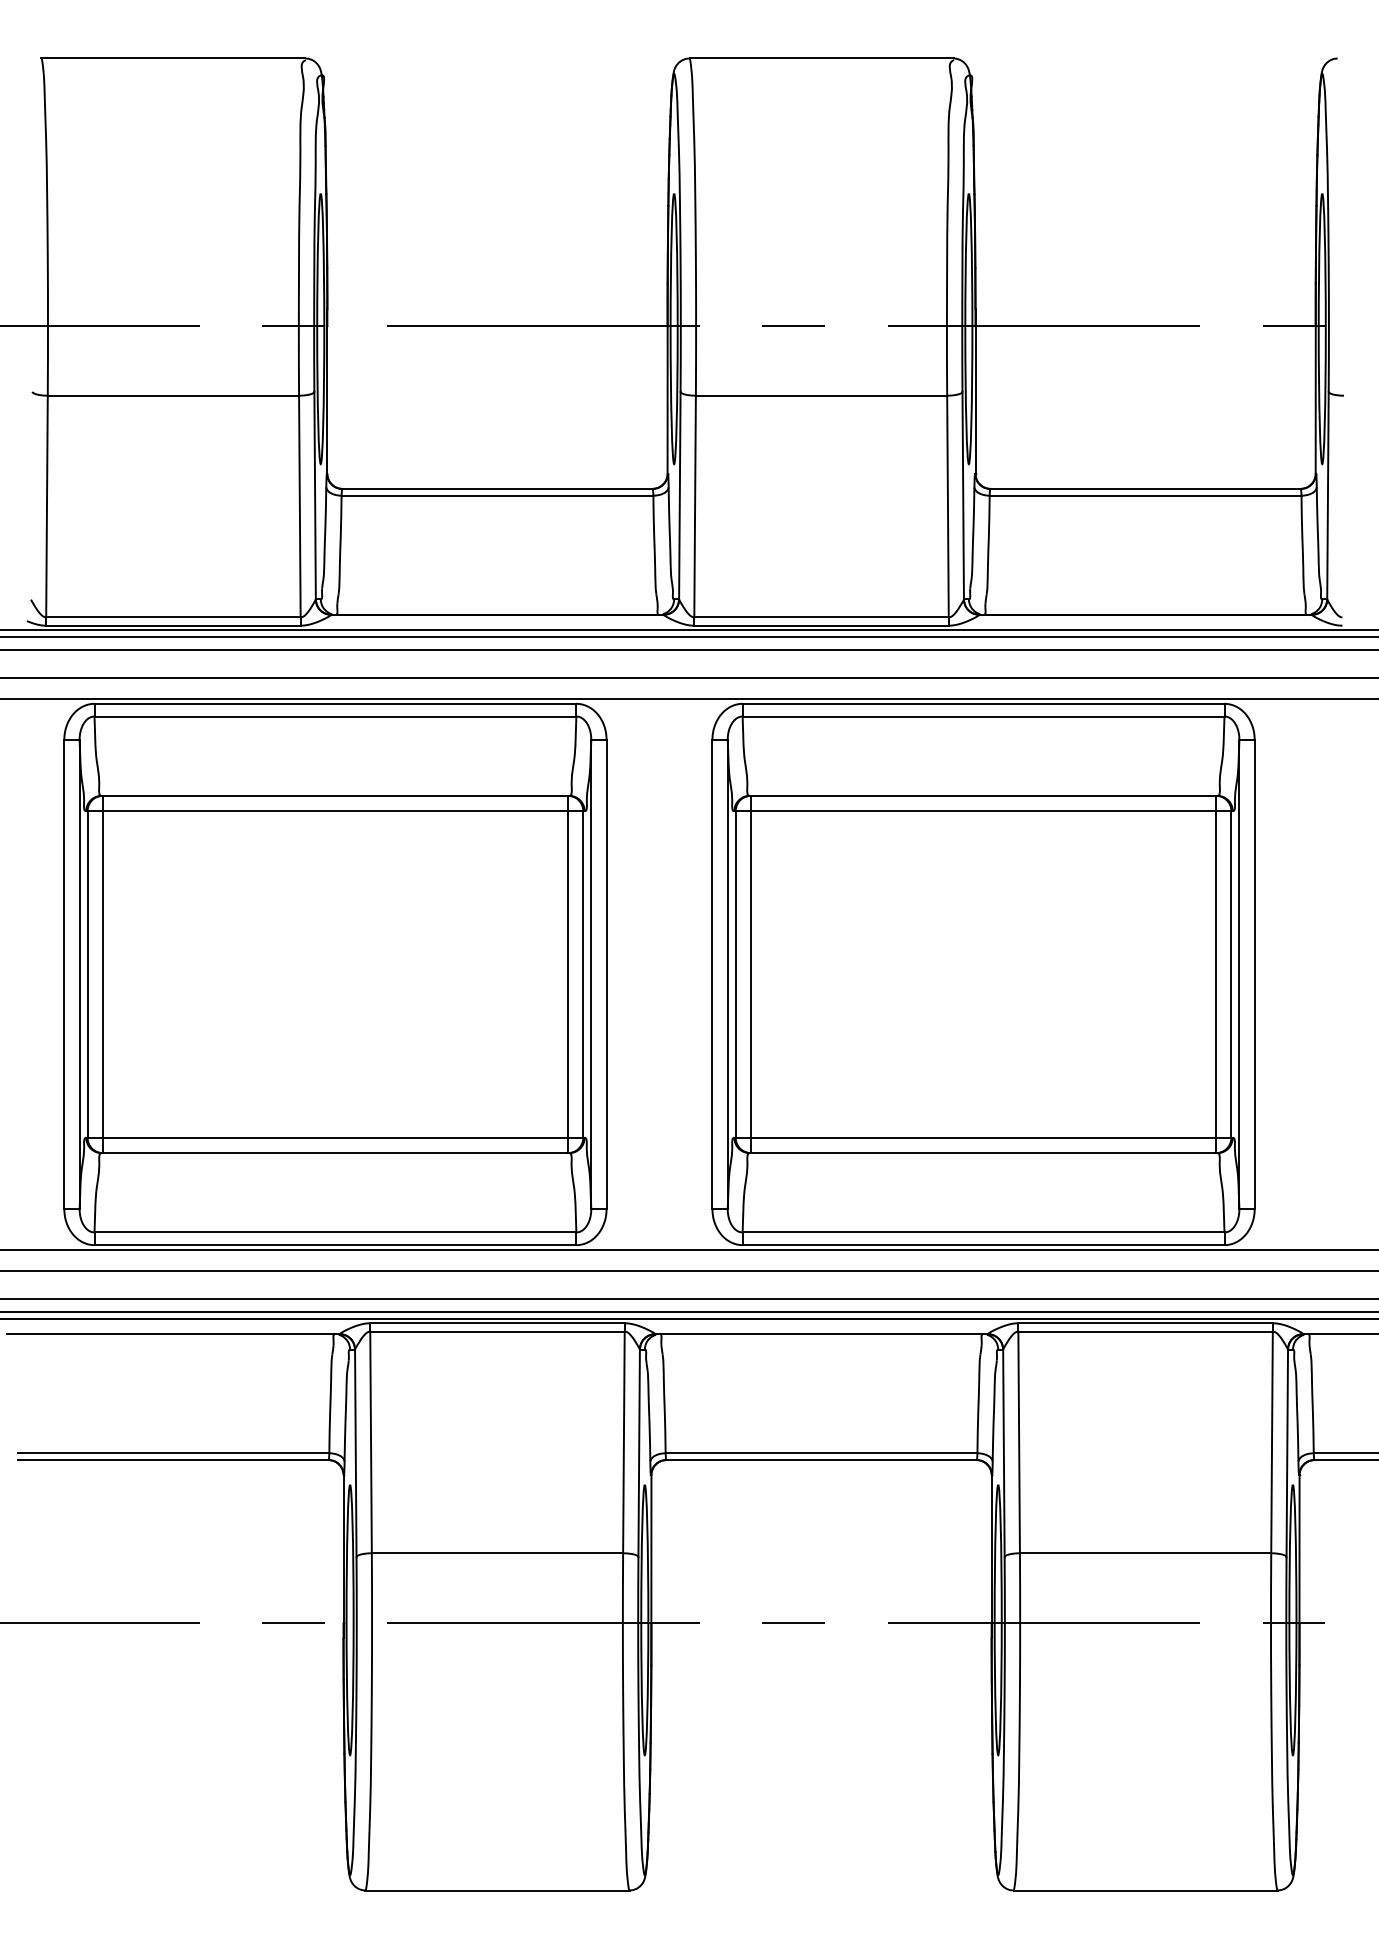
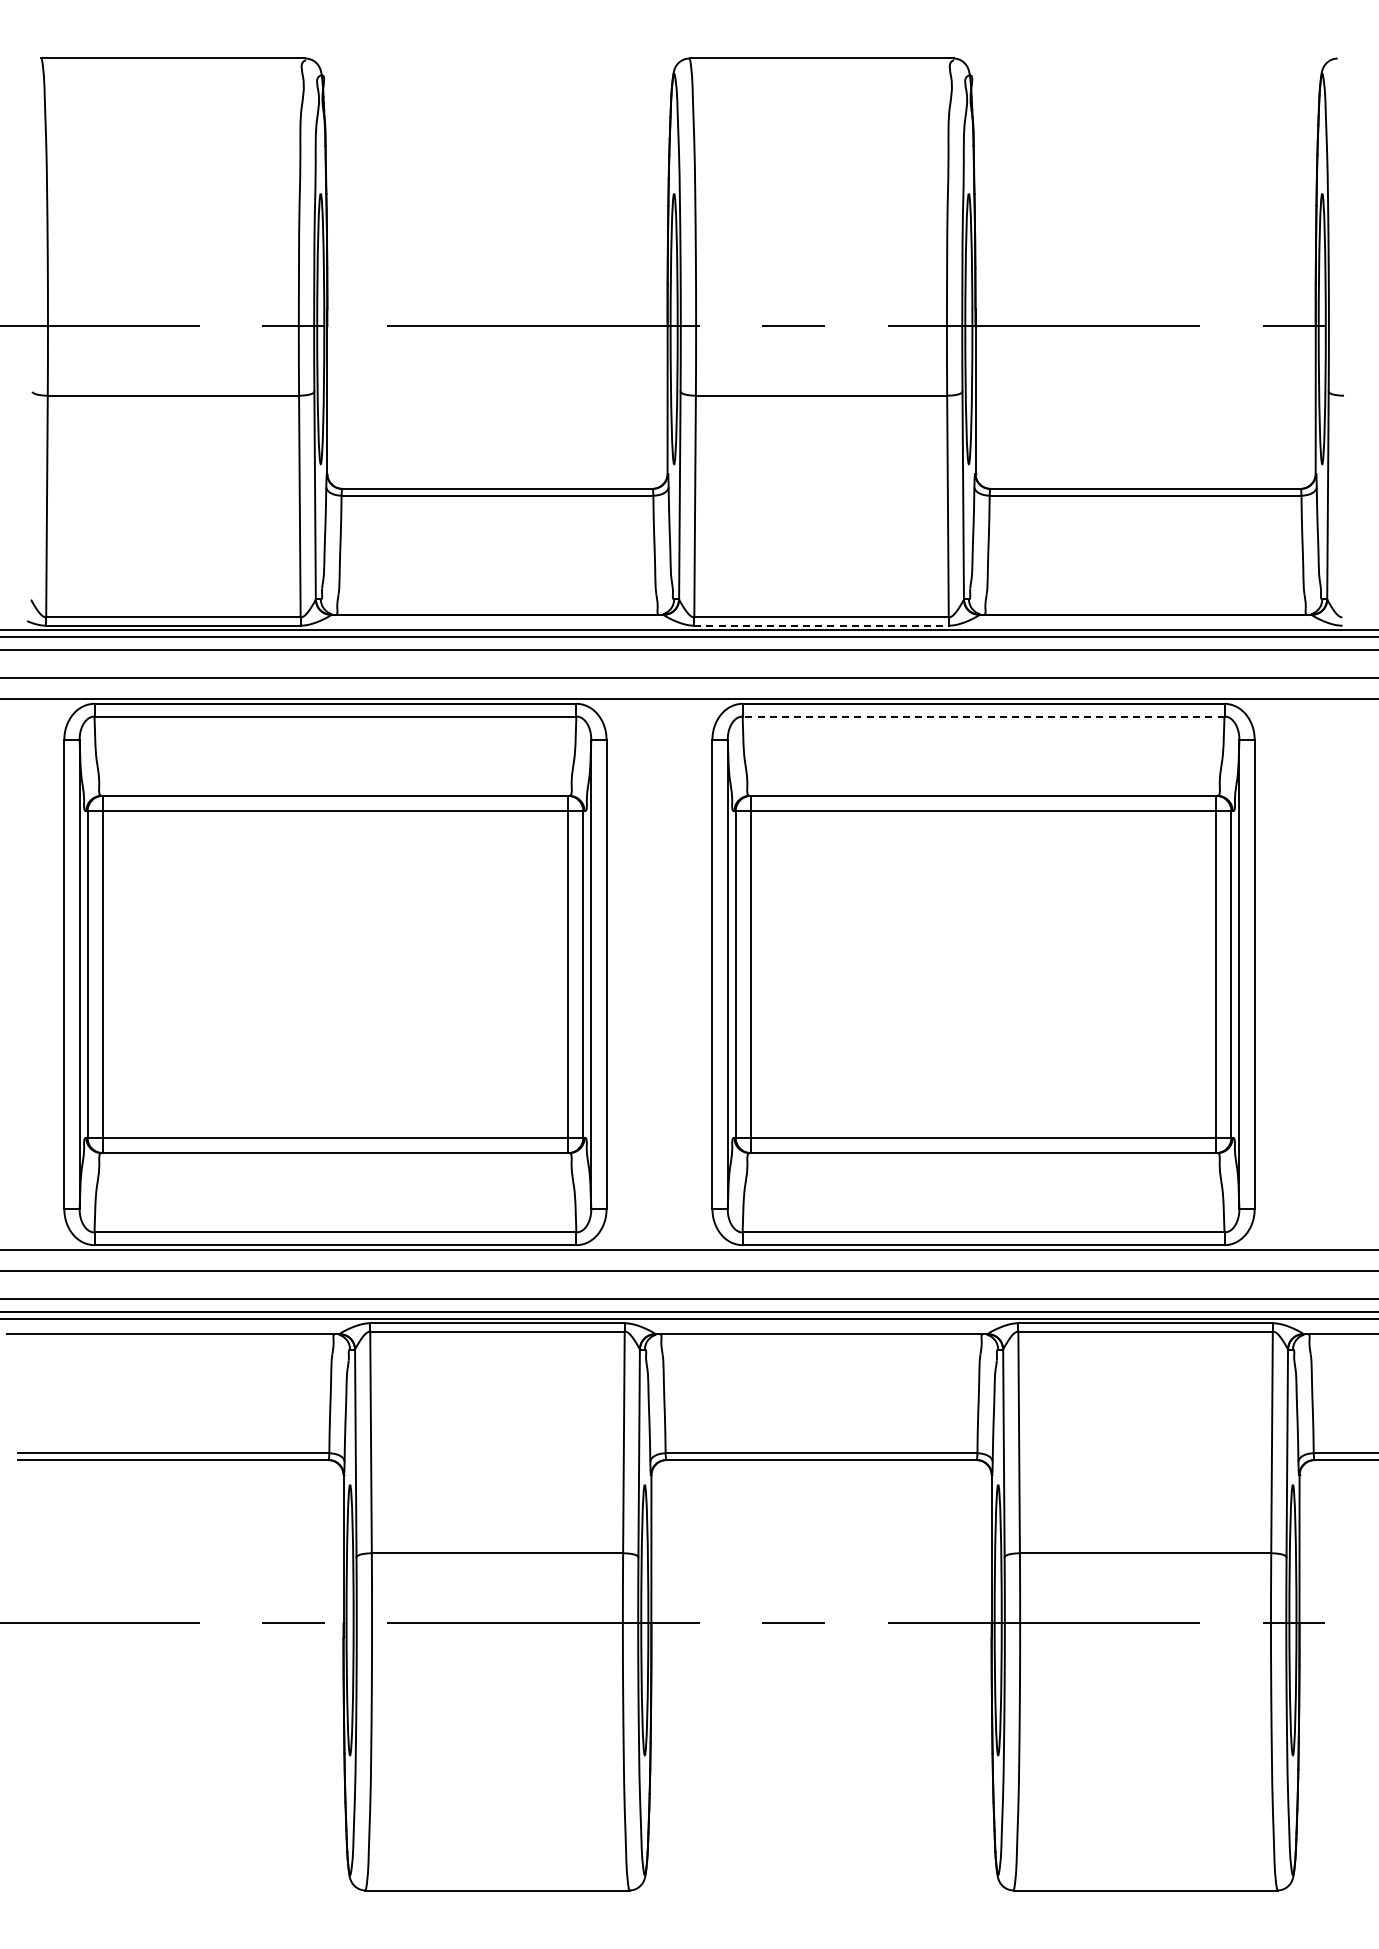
line at (822, 625): solid -> dashed
line at (983, 716): solid -> dashed
